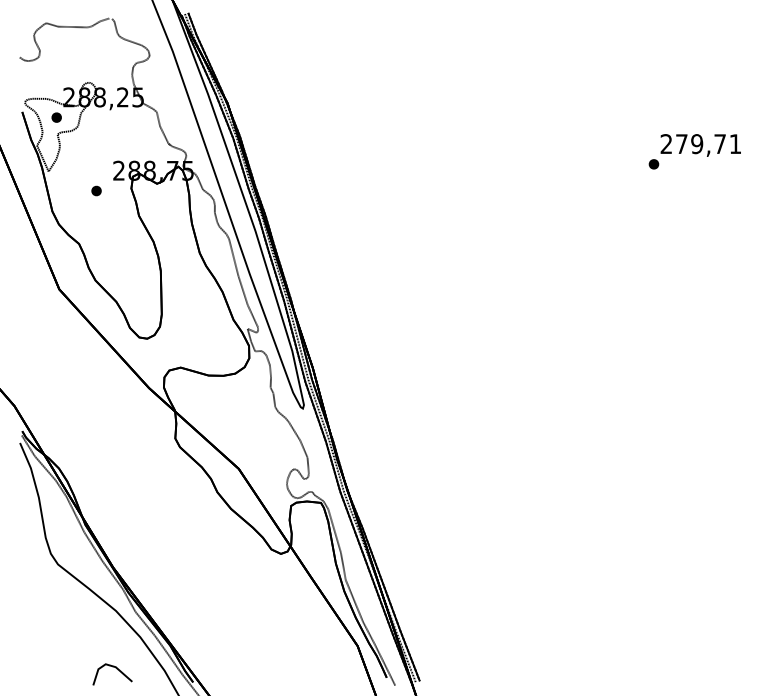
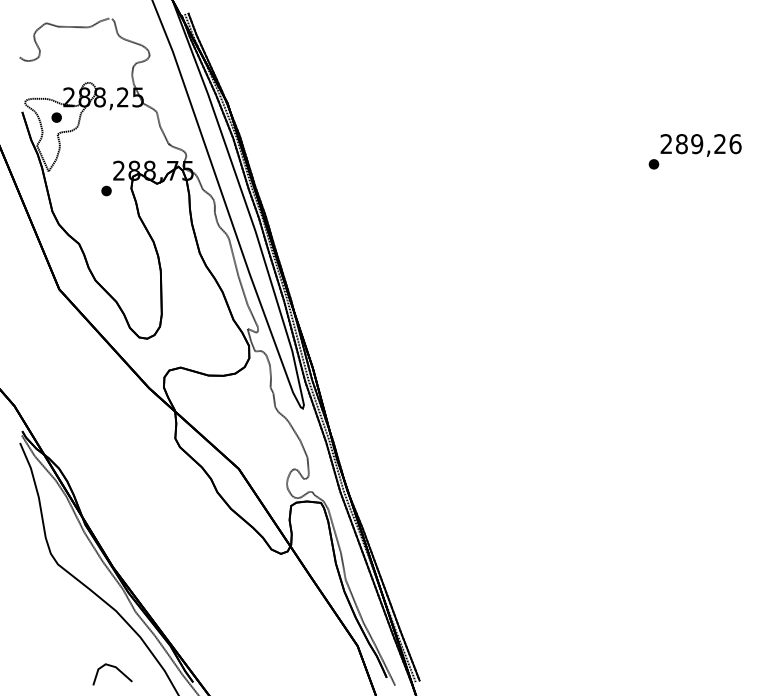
text at (708, 144): 279,71 -> 289,26
part at (96, 190) position: (96, 190) -> (106, 190)
